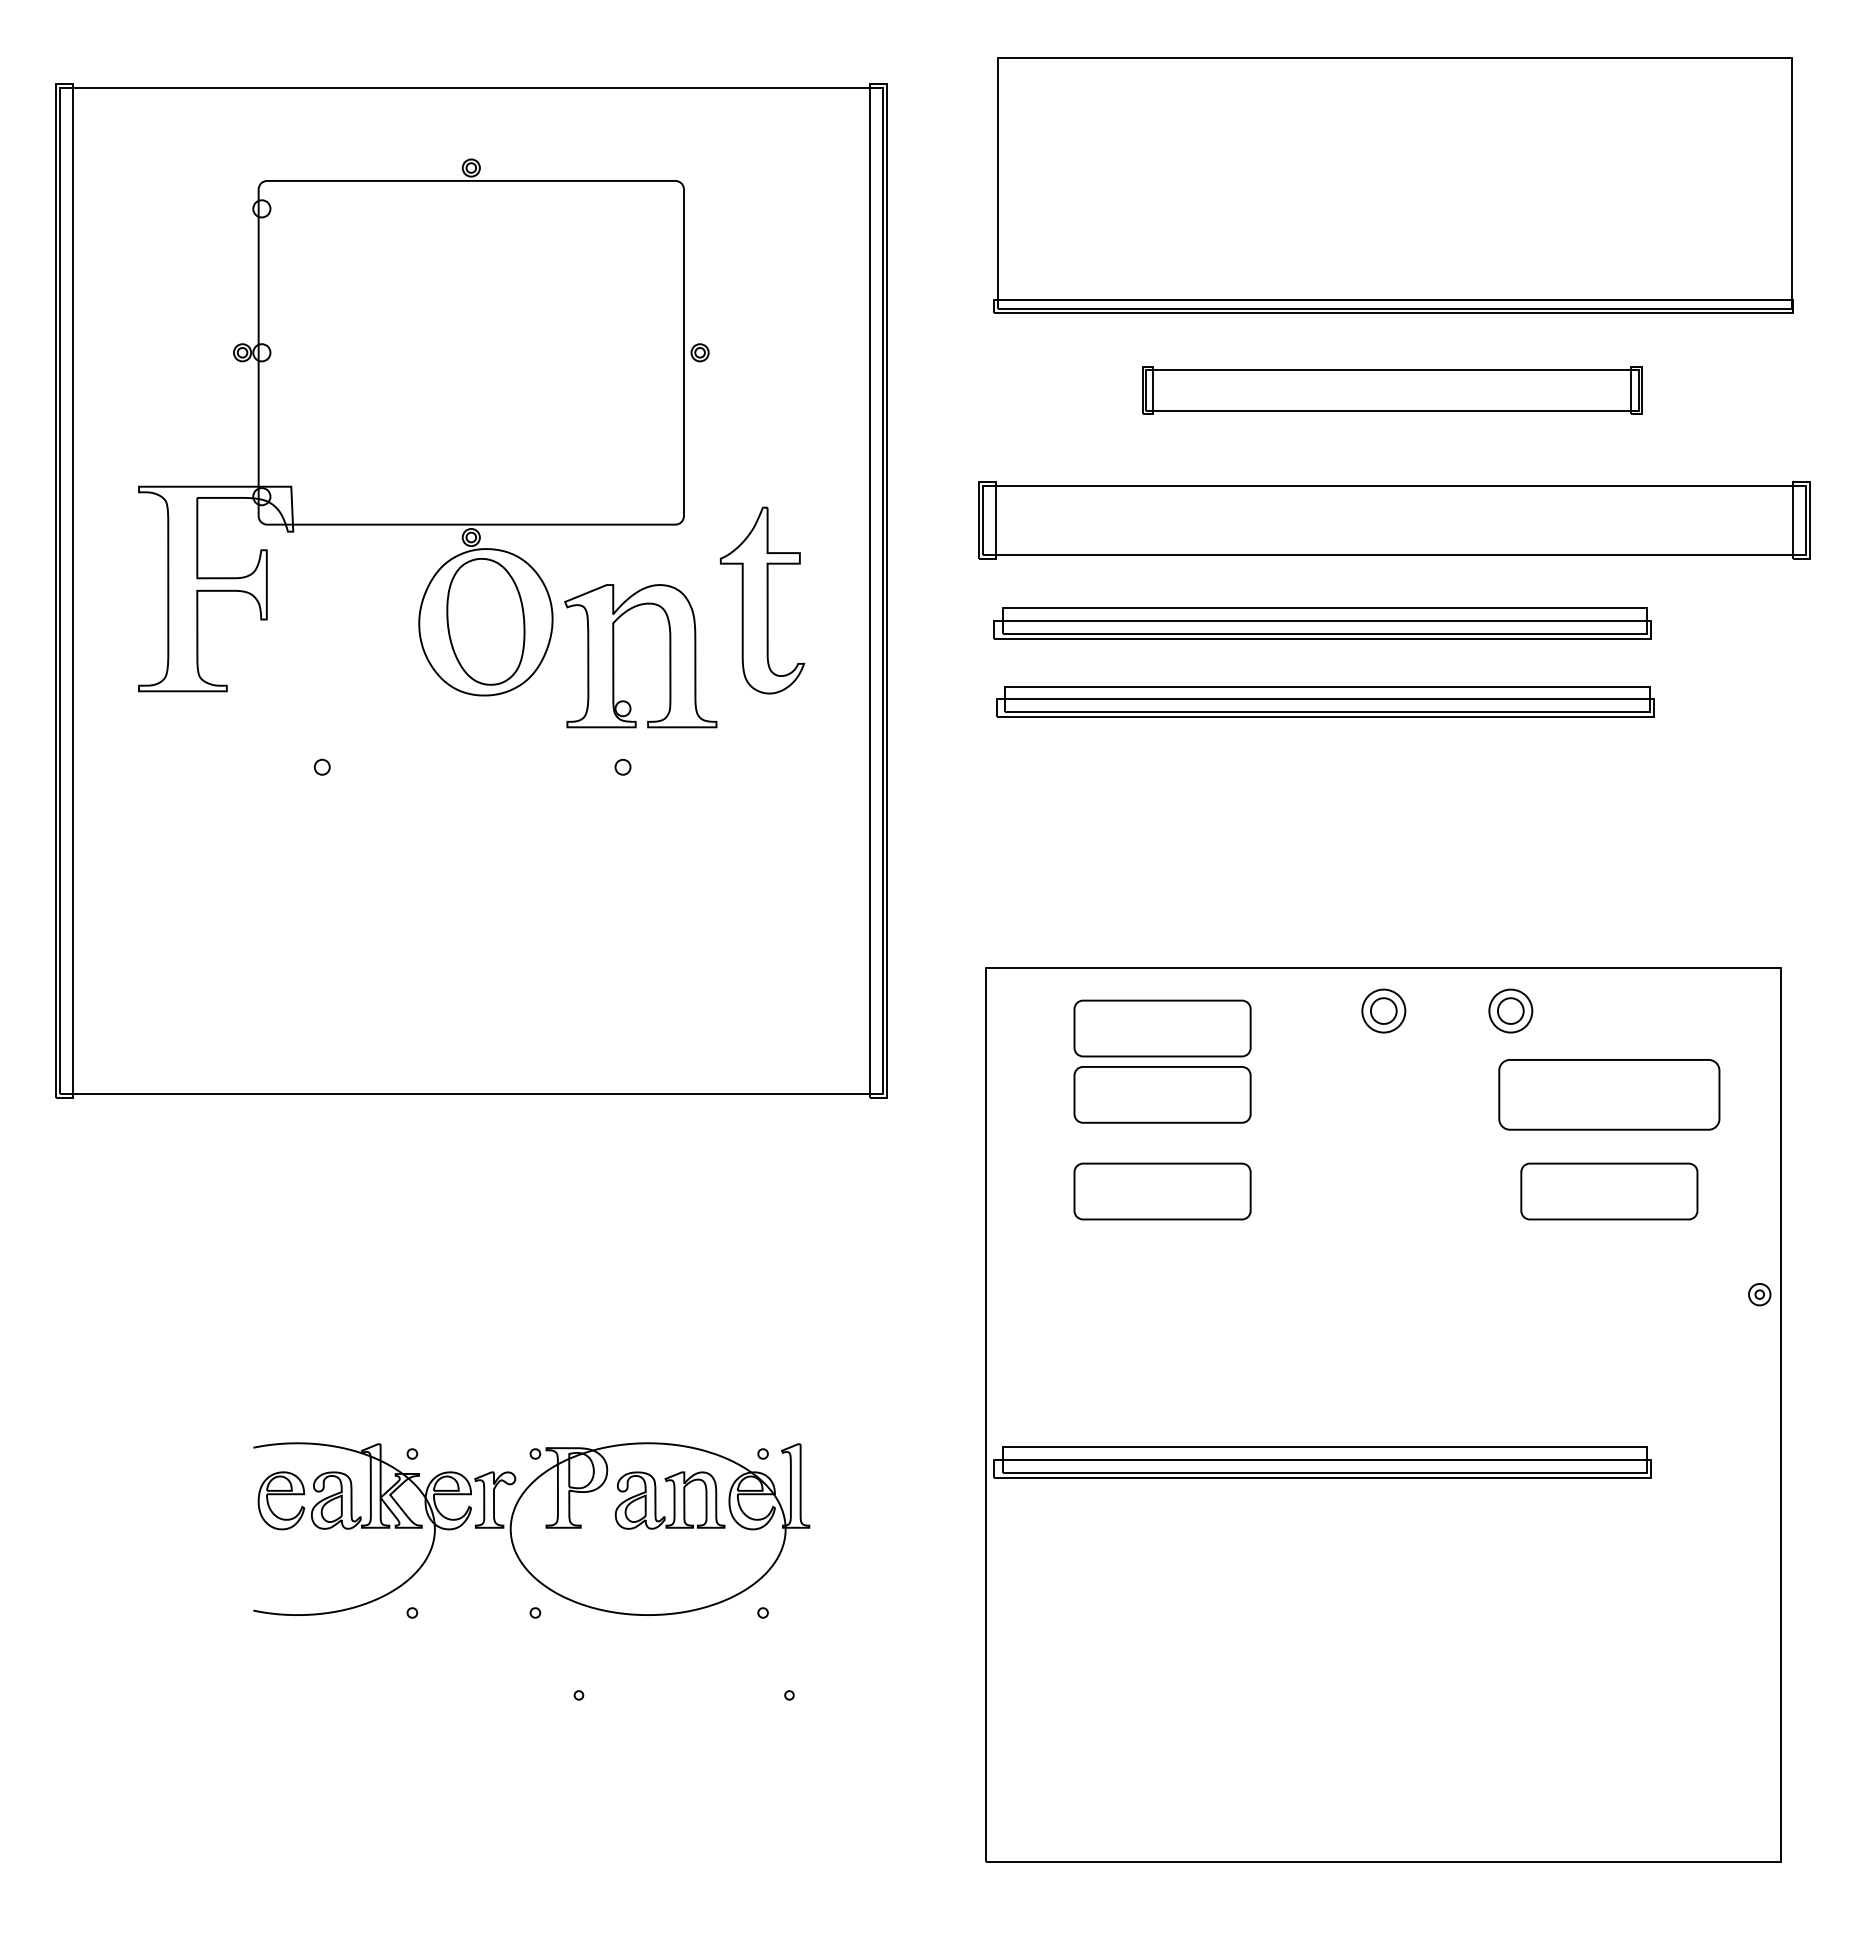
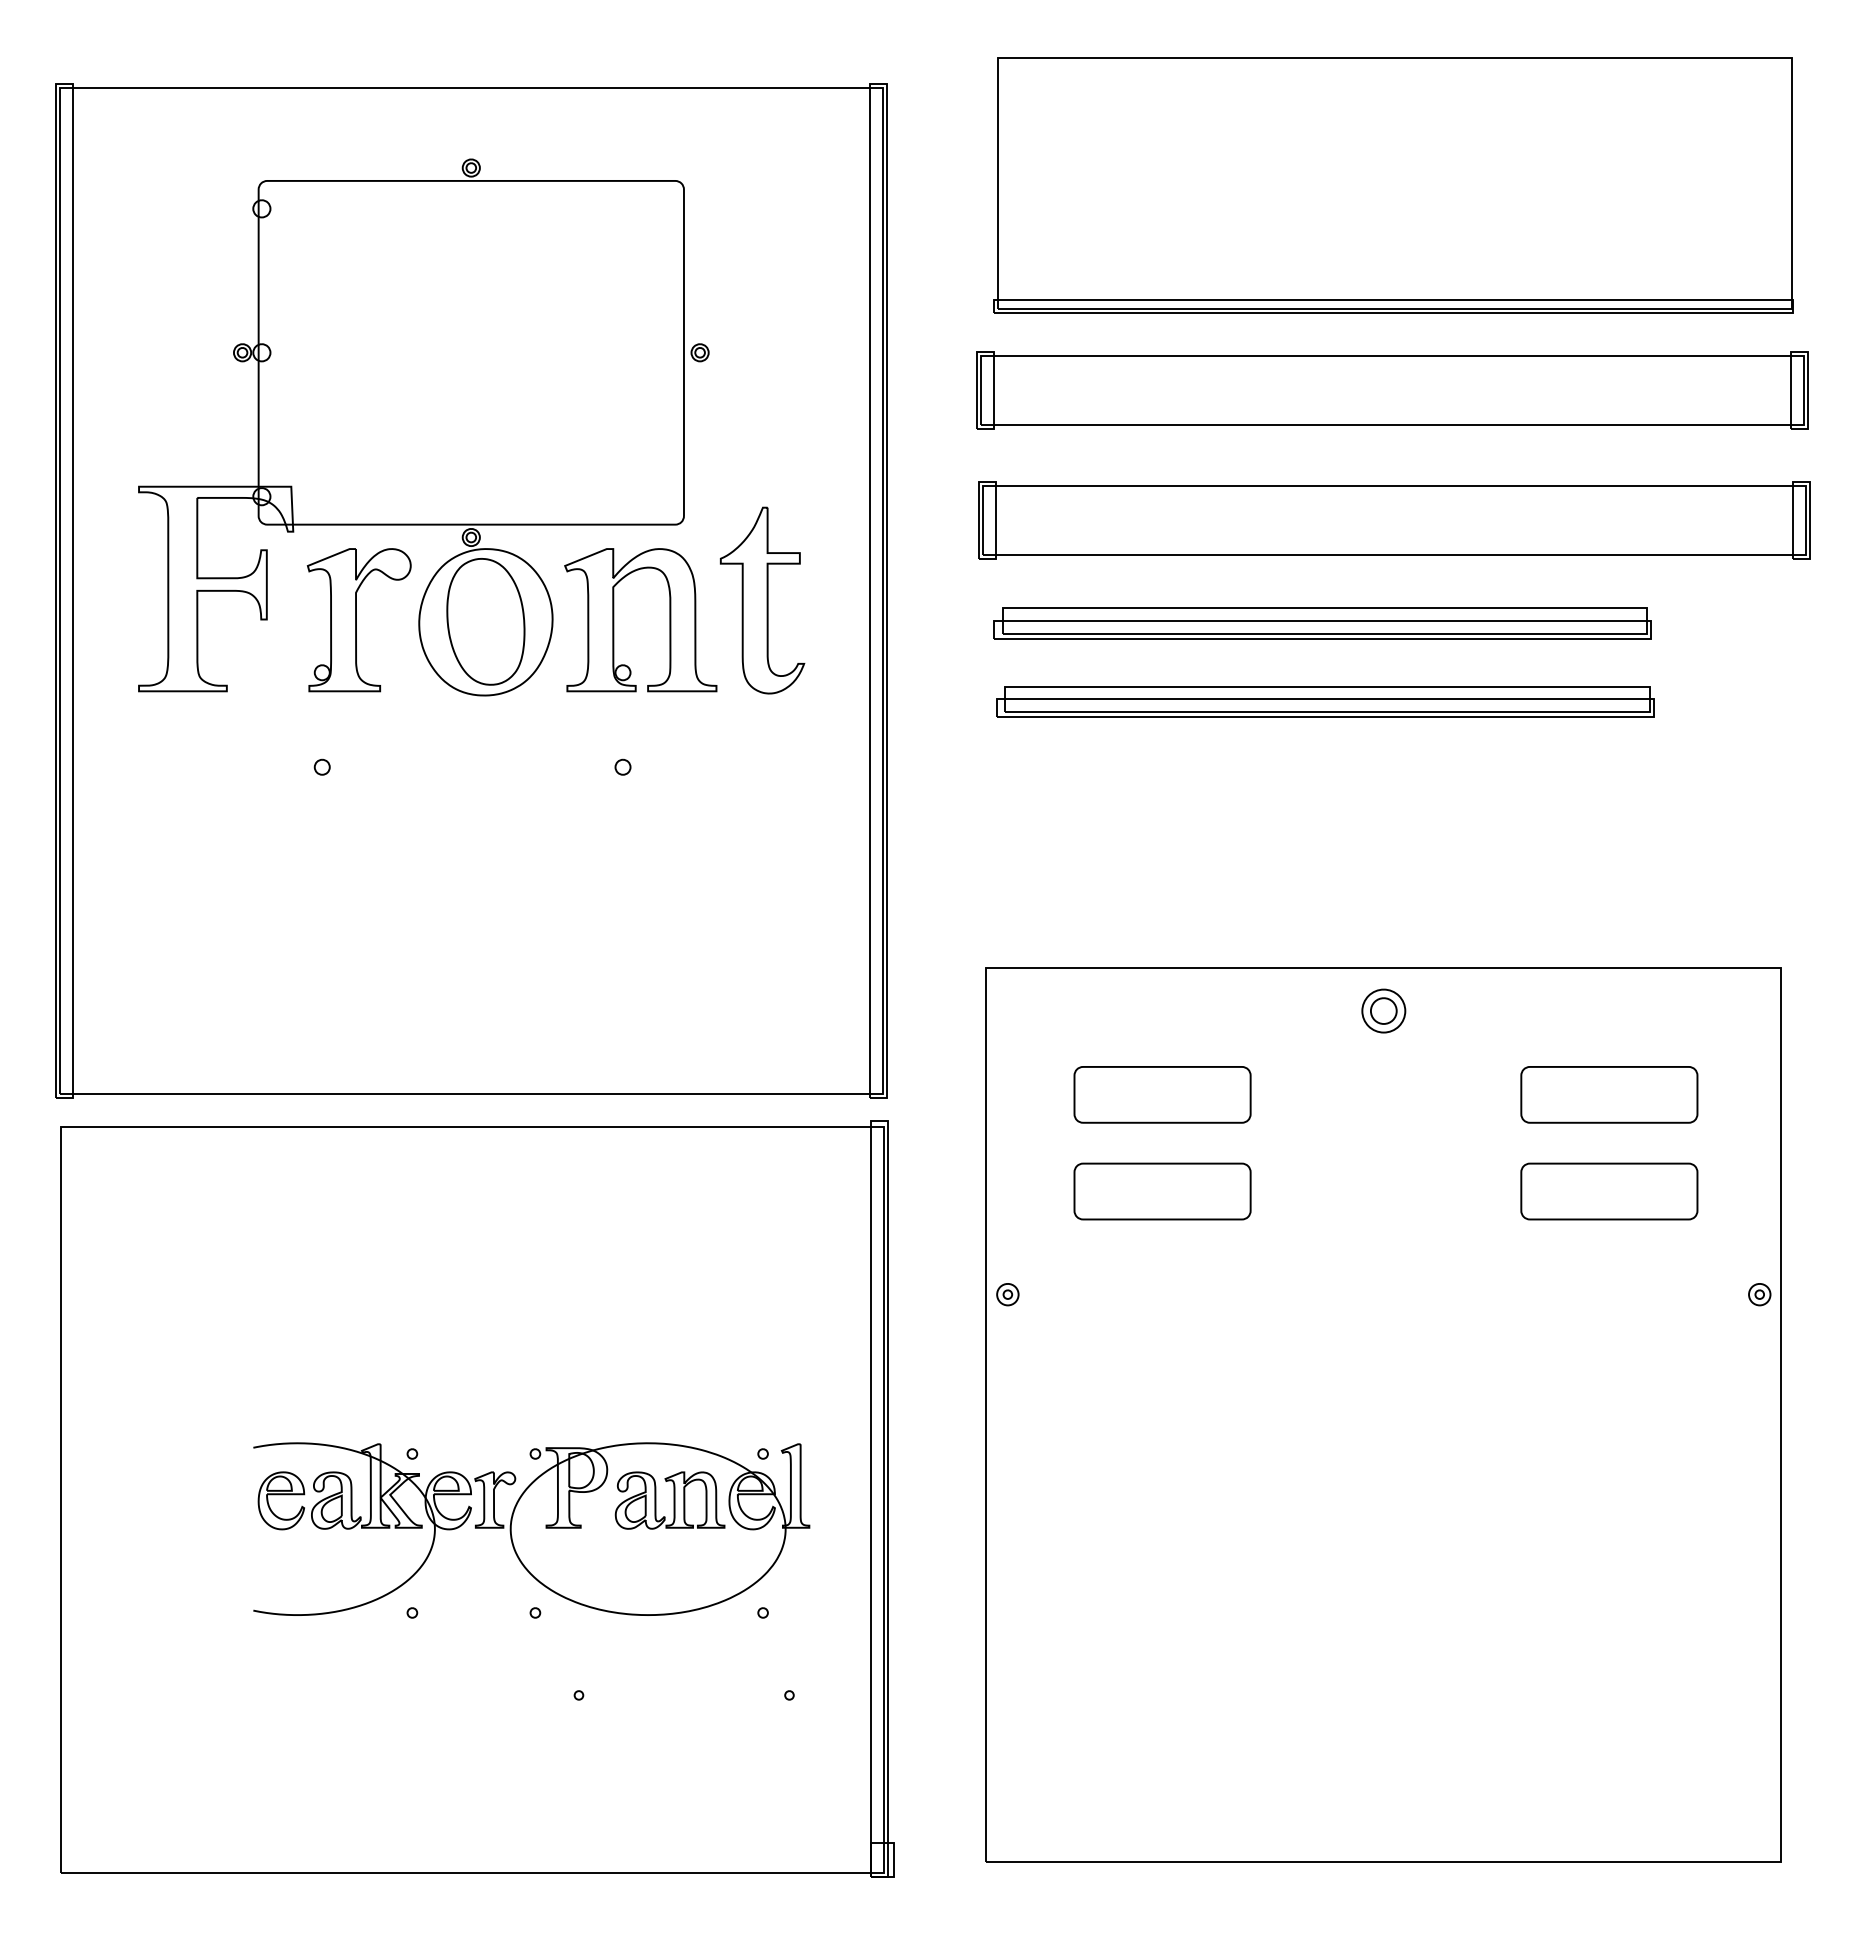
part at (1392, 390) size: 501x49 px -> 833x79 px
part at (358, 620): none -> present
part at (614, 656) position: (614, 656) -> (614, 620)
part at (1510, 1010): present -> none
part at (1162, 1028): present -> none
part at (1609, 1094) size: 223x72 px -> 179x58 px
part at (1007, 1294): none -> present
part at (1322, 1462): present -> none
part at (477, 1498): none -> present
